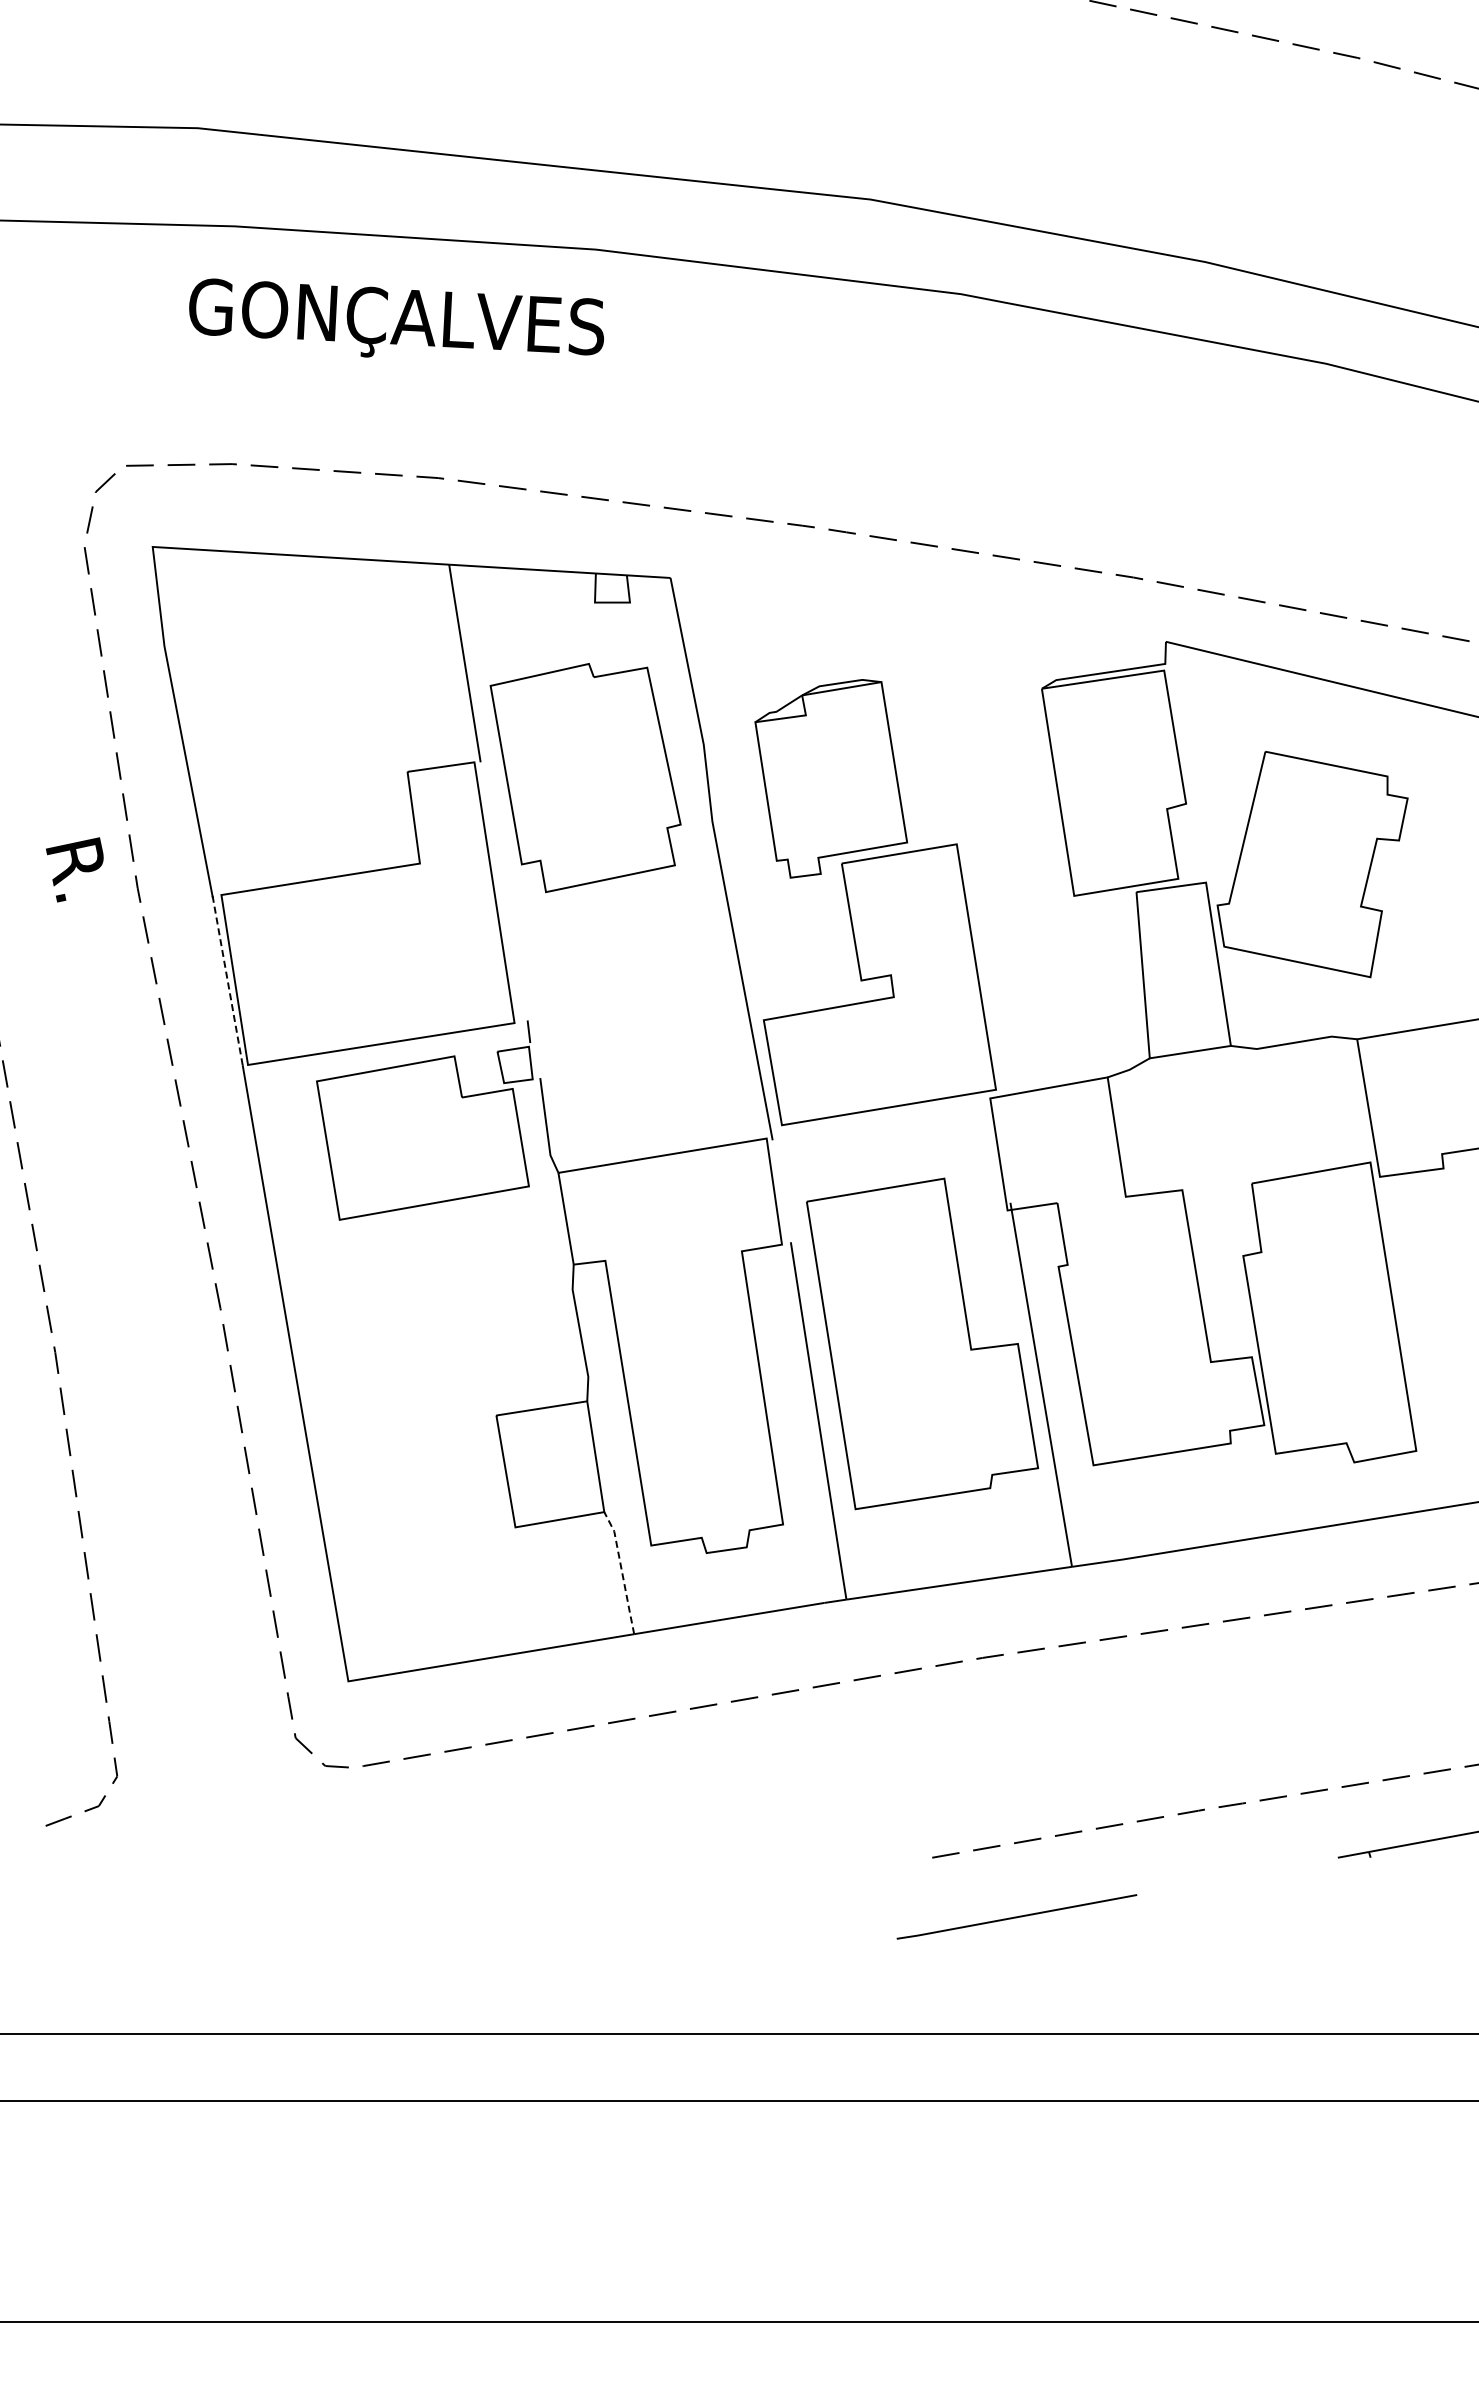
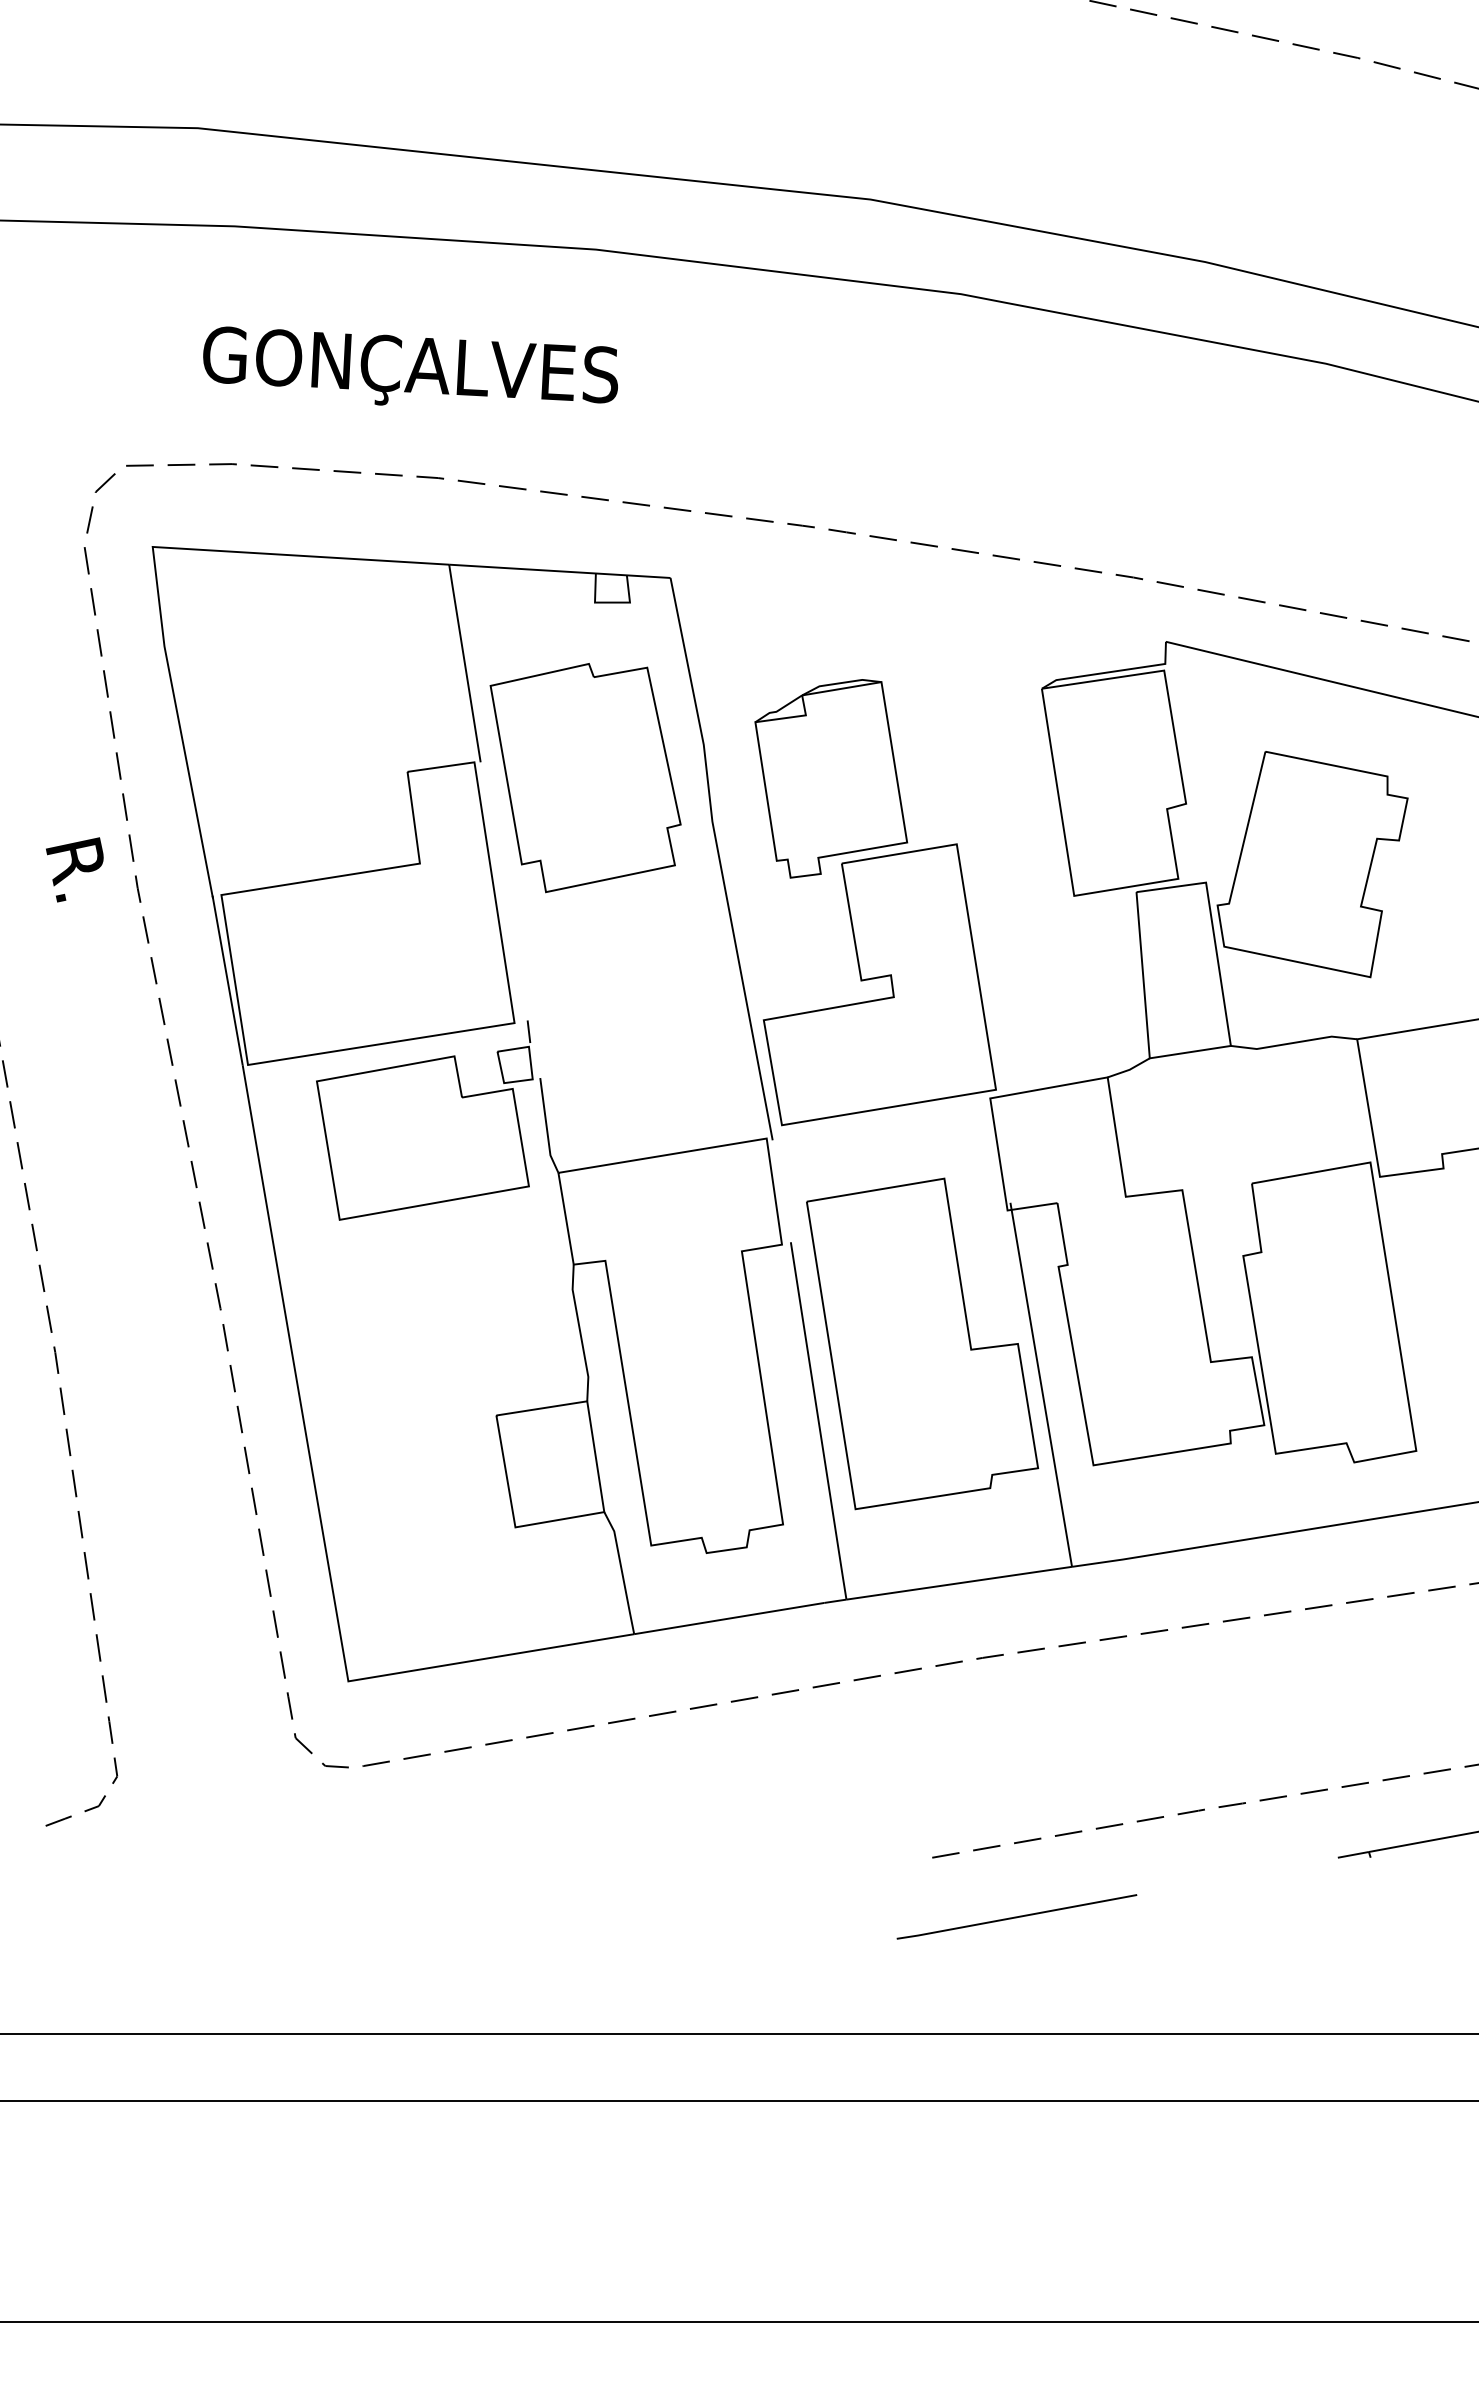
text at (396, 317) position: (396, 317) -> (410, 365)
line at (227, 979): dashed -> solid
line at (622, 1572): dashed -> solid
